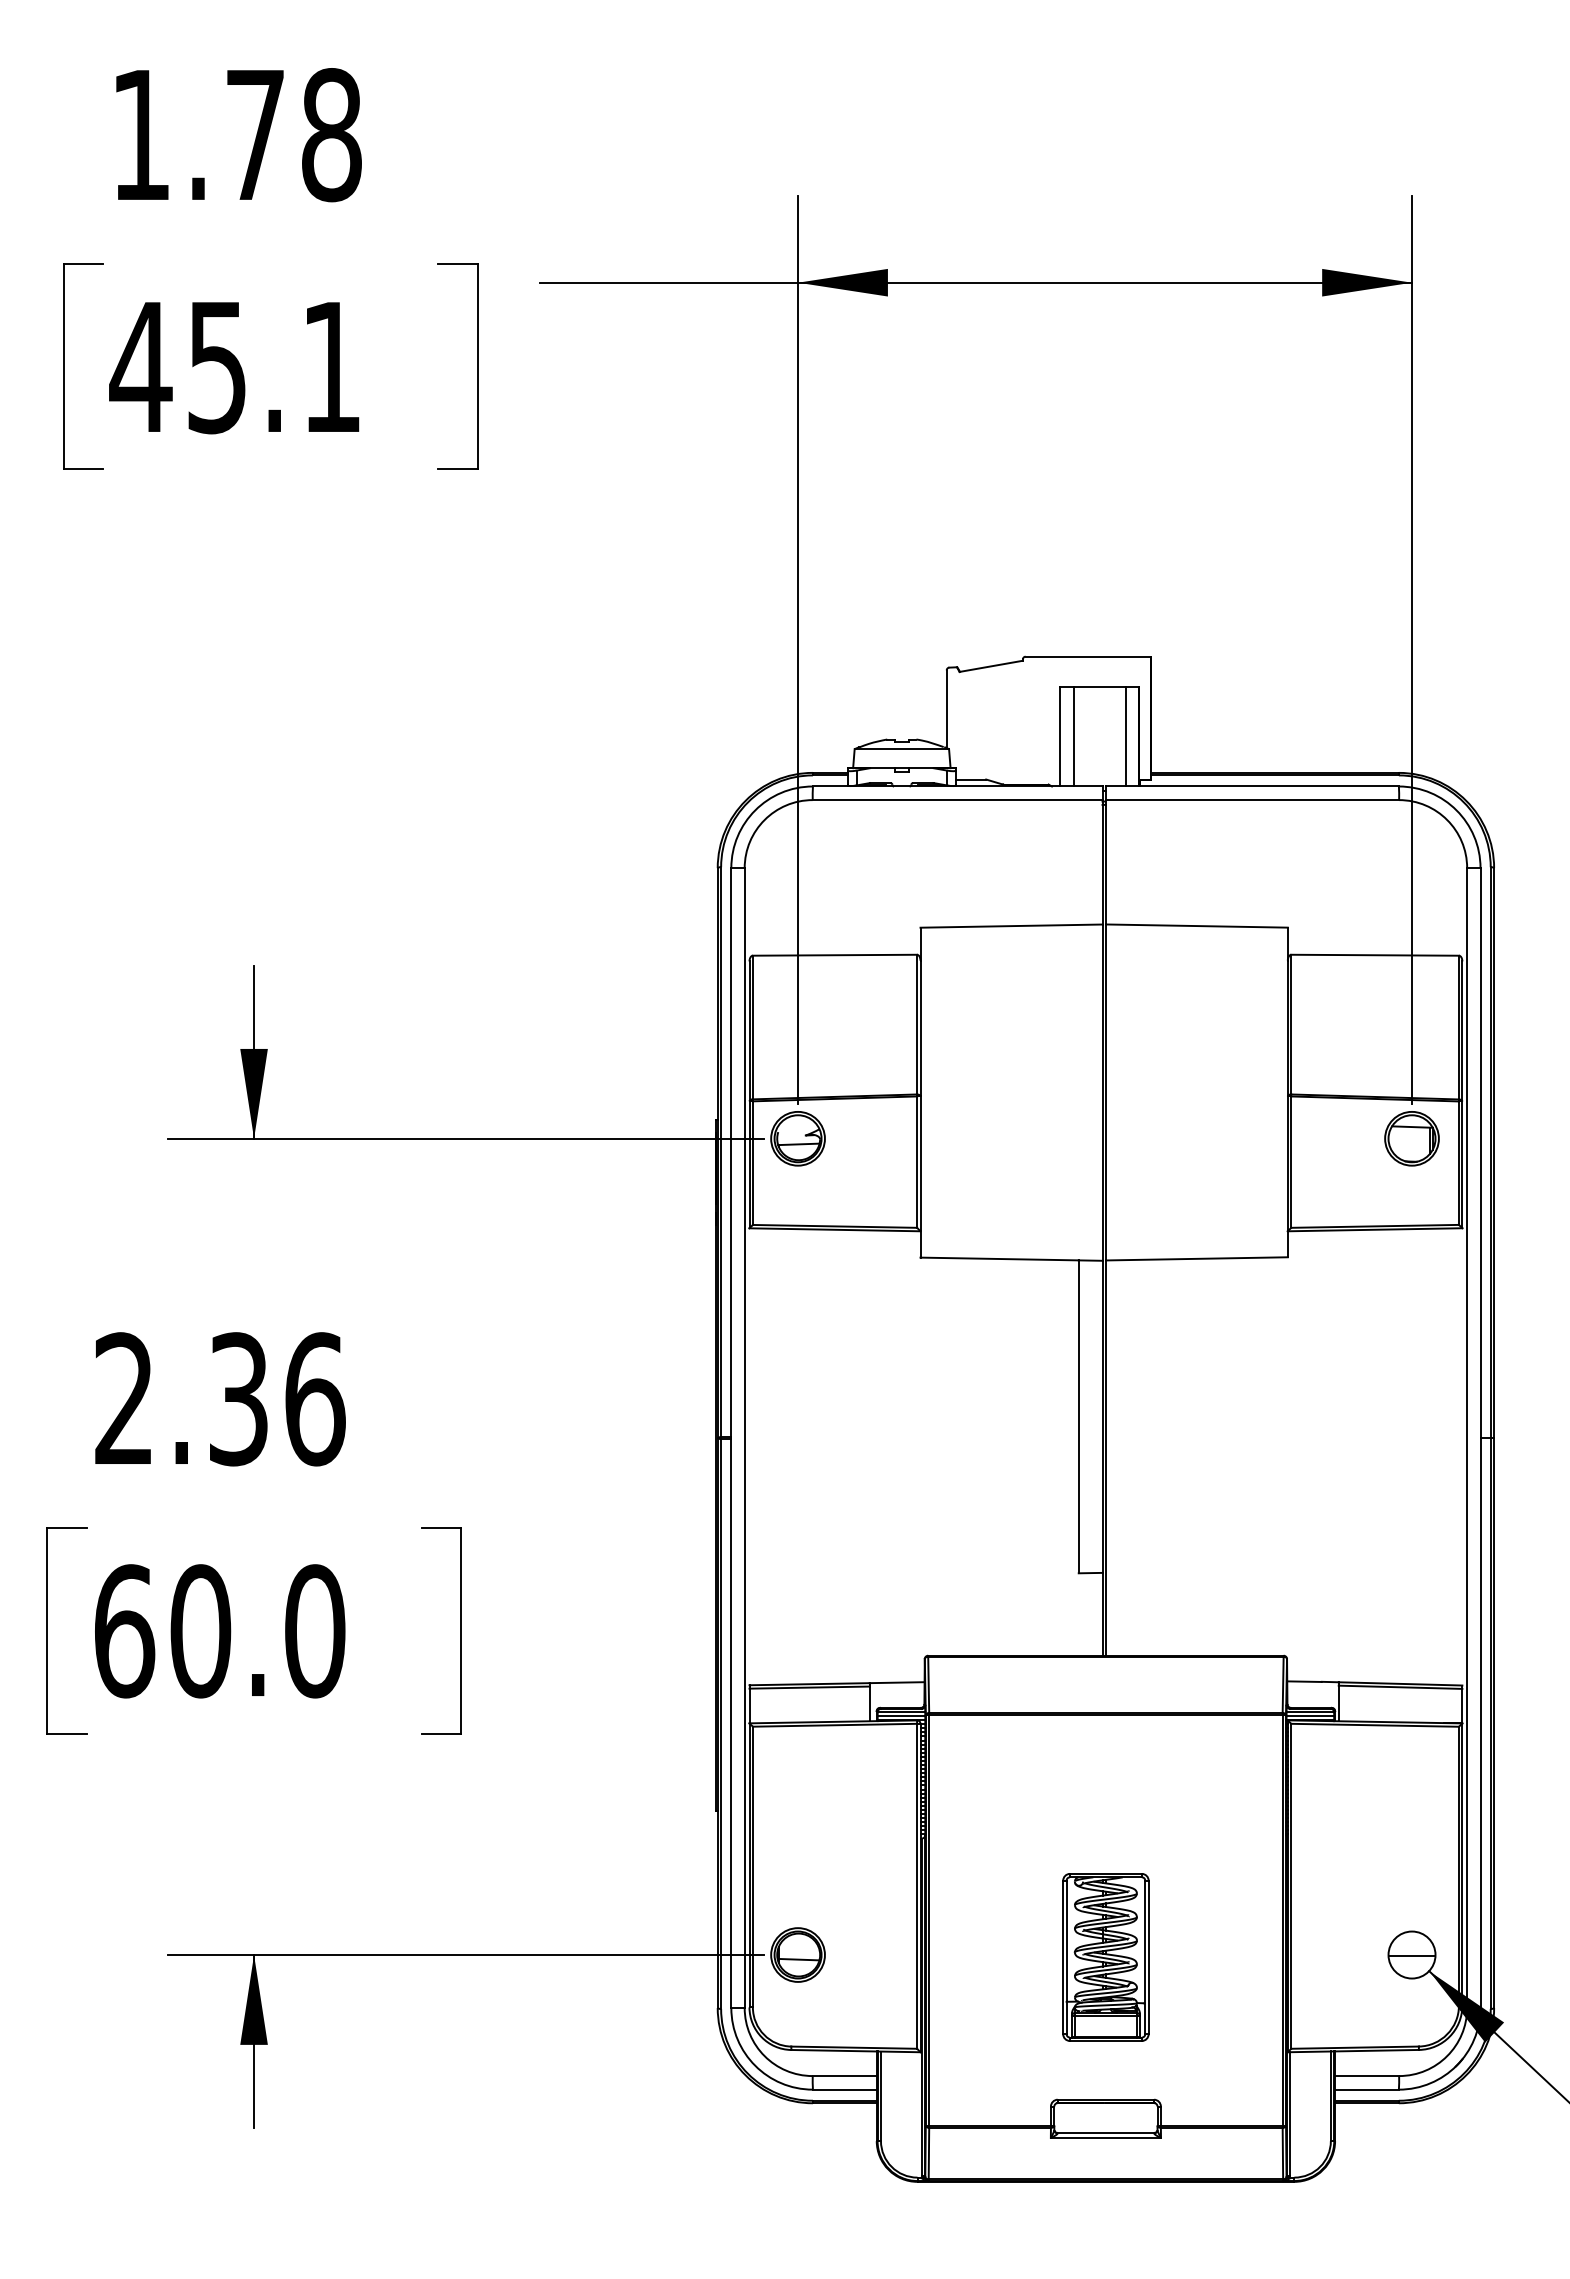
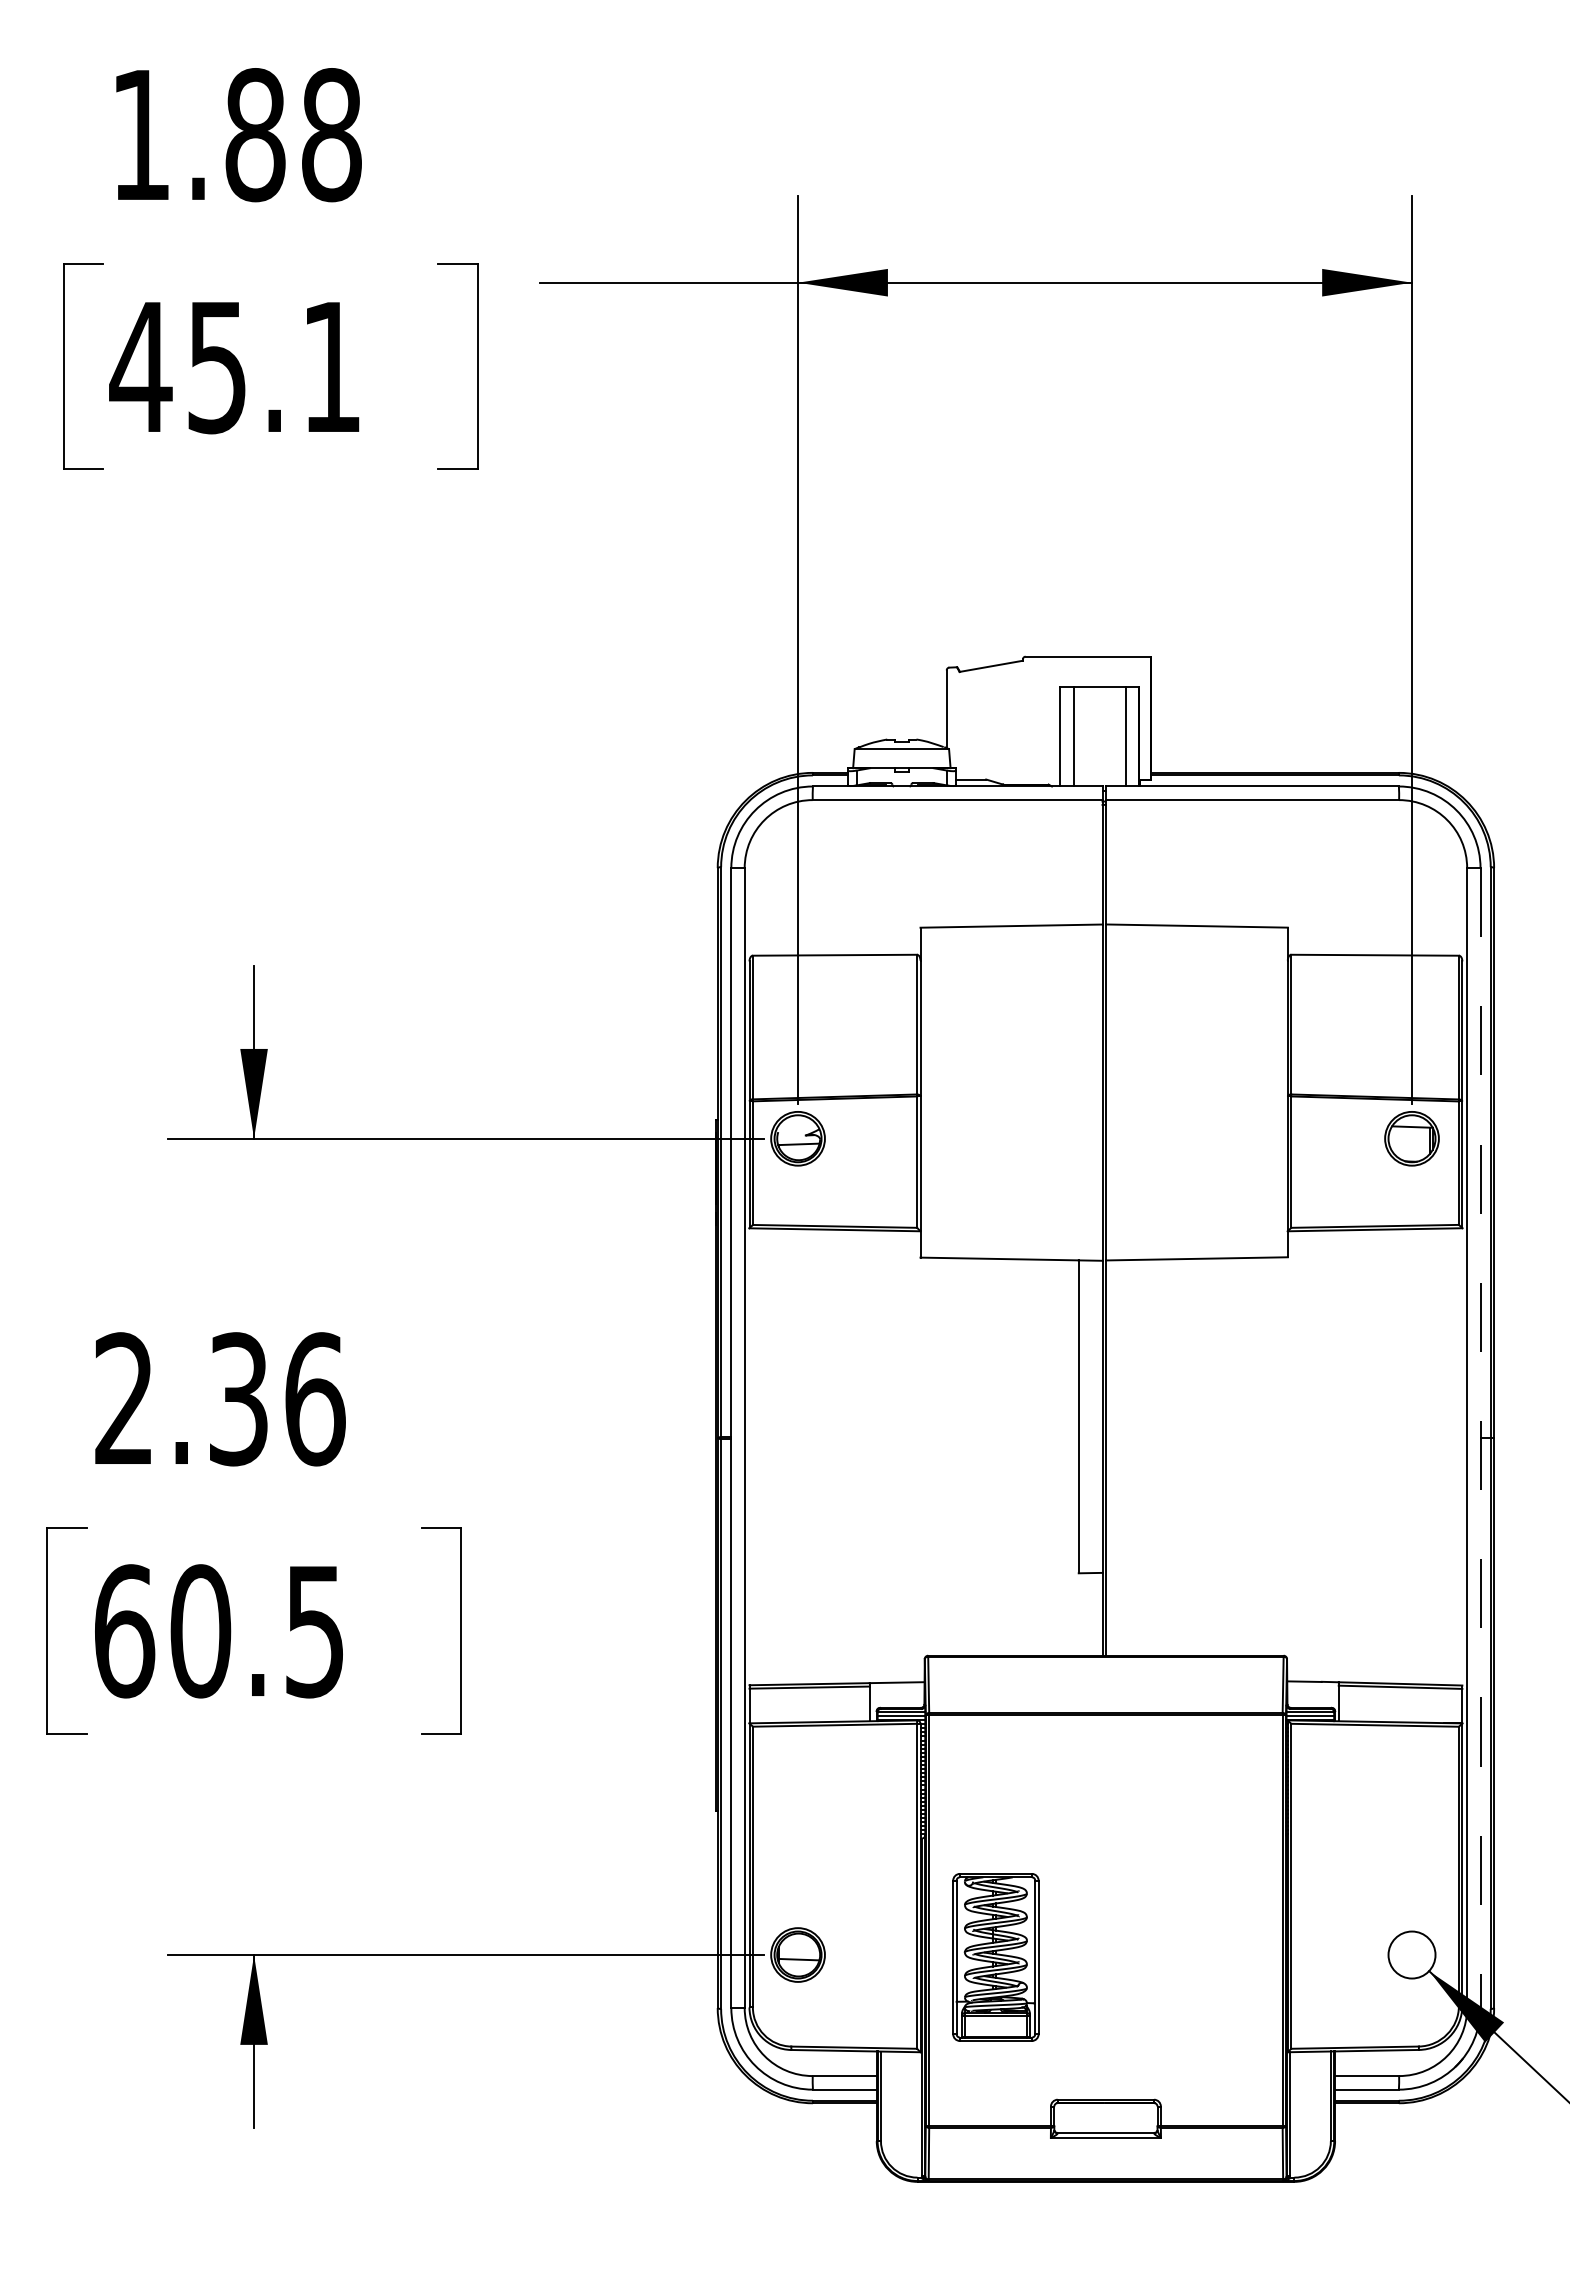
text at (255, 135): 1.78 -> 1.88
line at (1480, 1438): solid -> dashed
text at (315, 1631): 60.0 -> 60.5
line at (1411, 1956): present -> none
part at (1105, 1957) position: (1105, 1957) -> (995, 1957)
